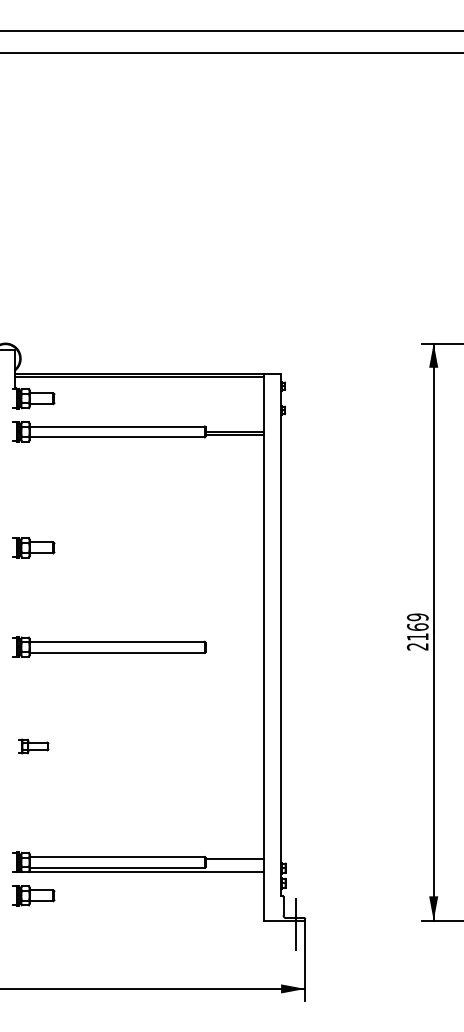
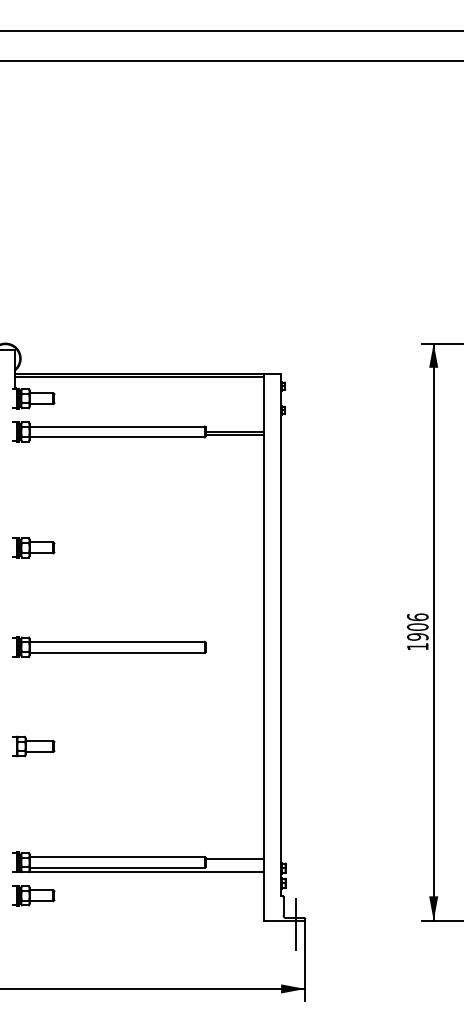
line at (231, 53) position: (231, 53) -> (231, 61)
text at (417, 631): 2169 -> 1906
part at (33, 746) size: 32x17 px -> 44x23 px
